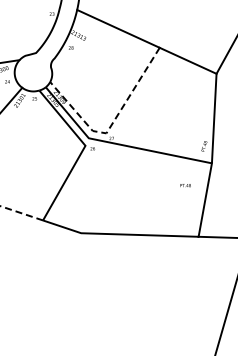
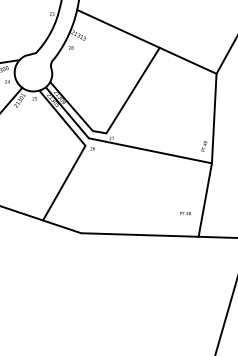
line at (111, 124): dashed -> solid
text at (185, 185) position: (185, 185) -> (185, 213)
line at (21, 213): dashed -> solid
